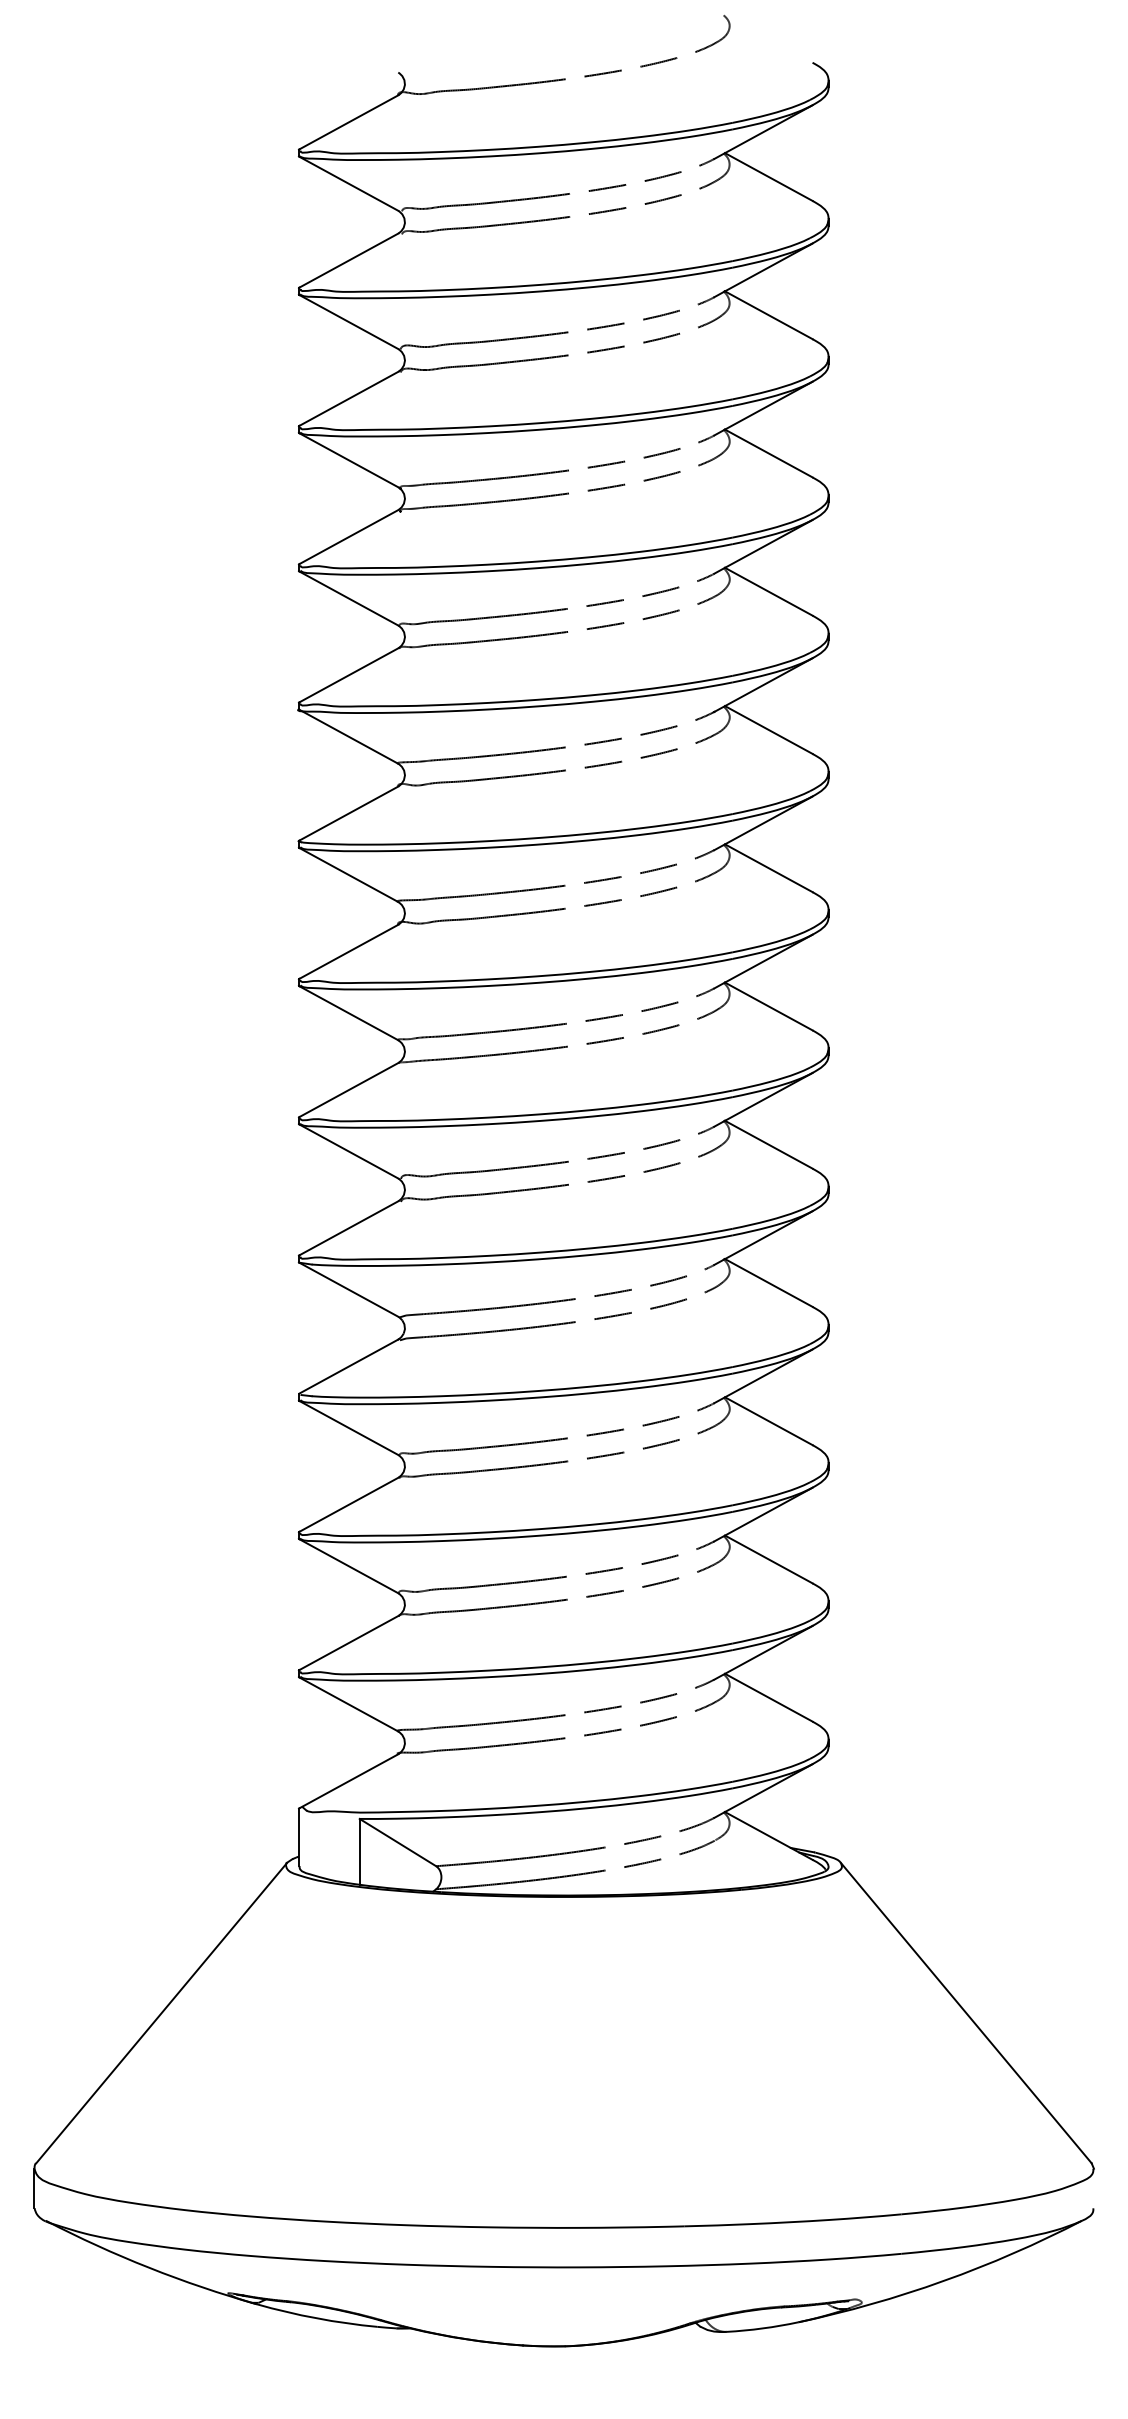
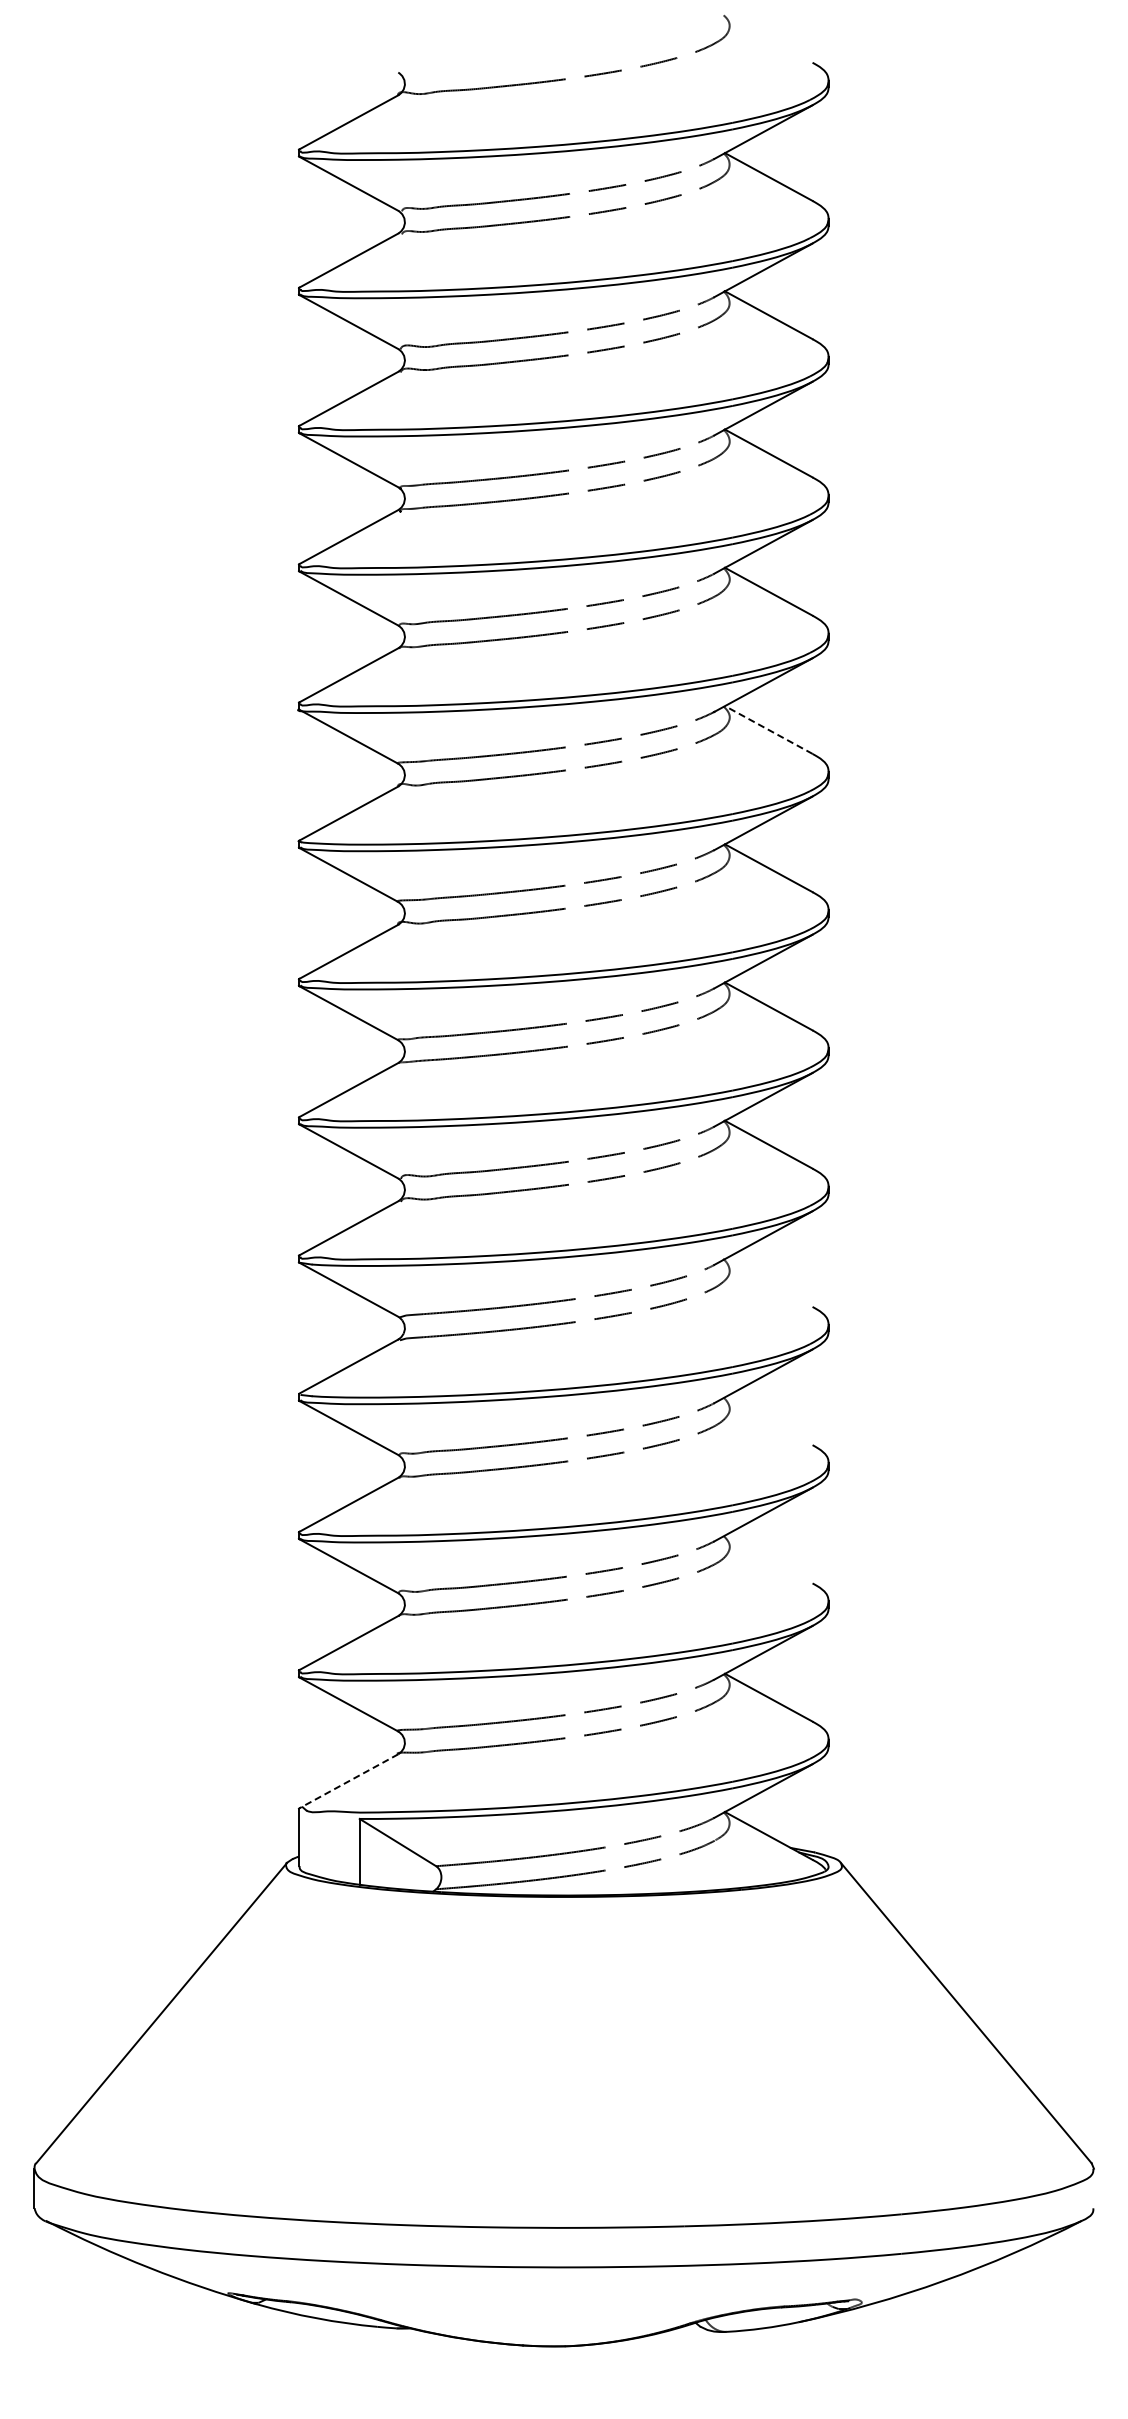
line at (768, 729): solid -> dashed
line at (768, 1282): present -> none
line at (768, 1421): present -> none
line at (768, 1559): present -> none
line at (348, 1781): solid -> dashed
